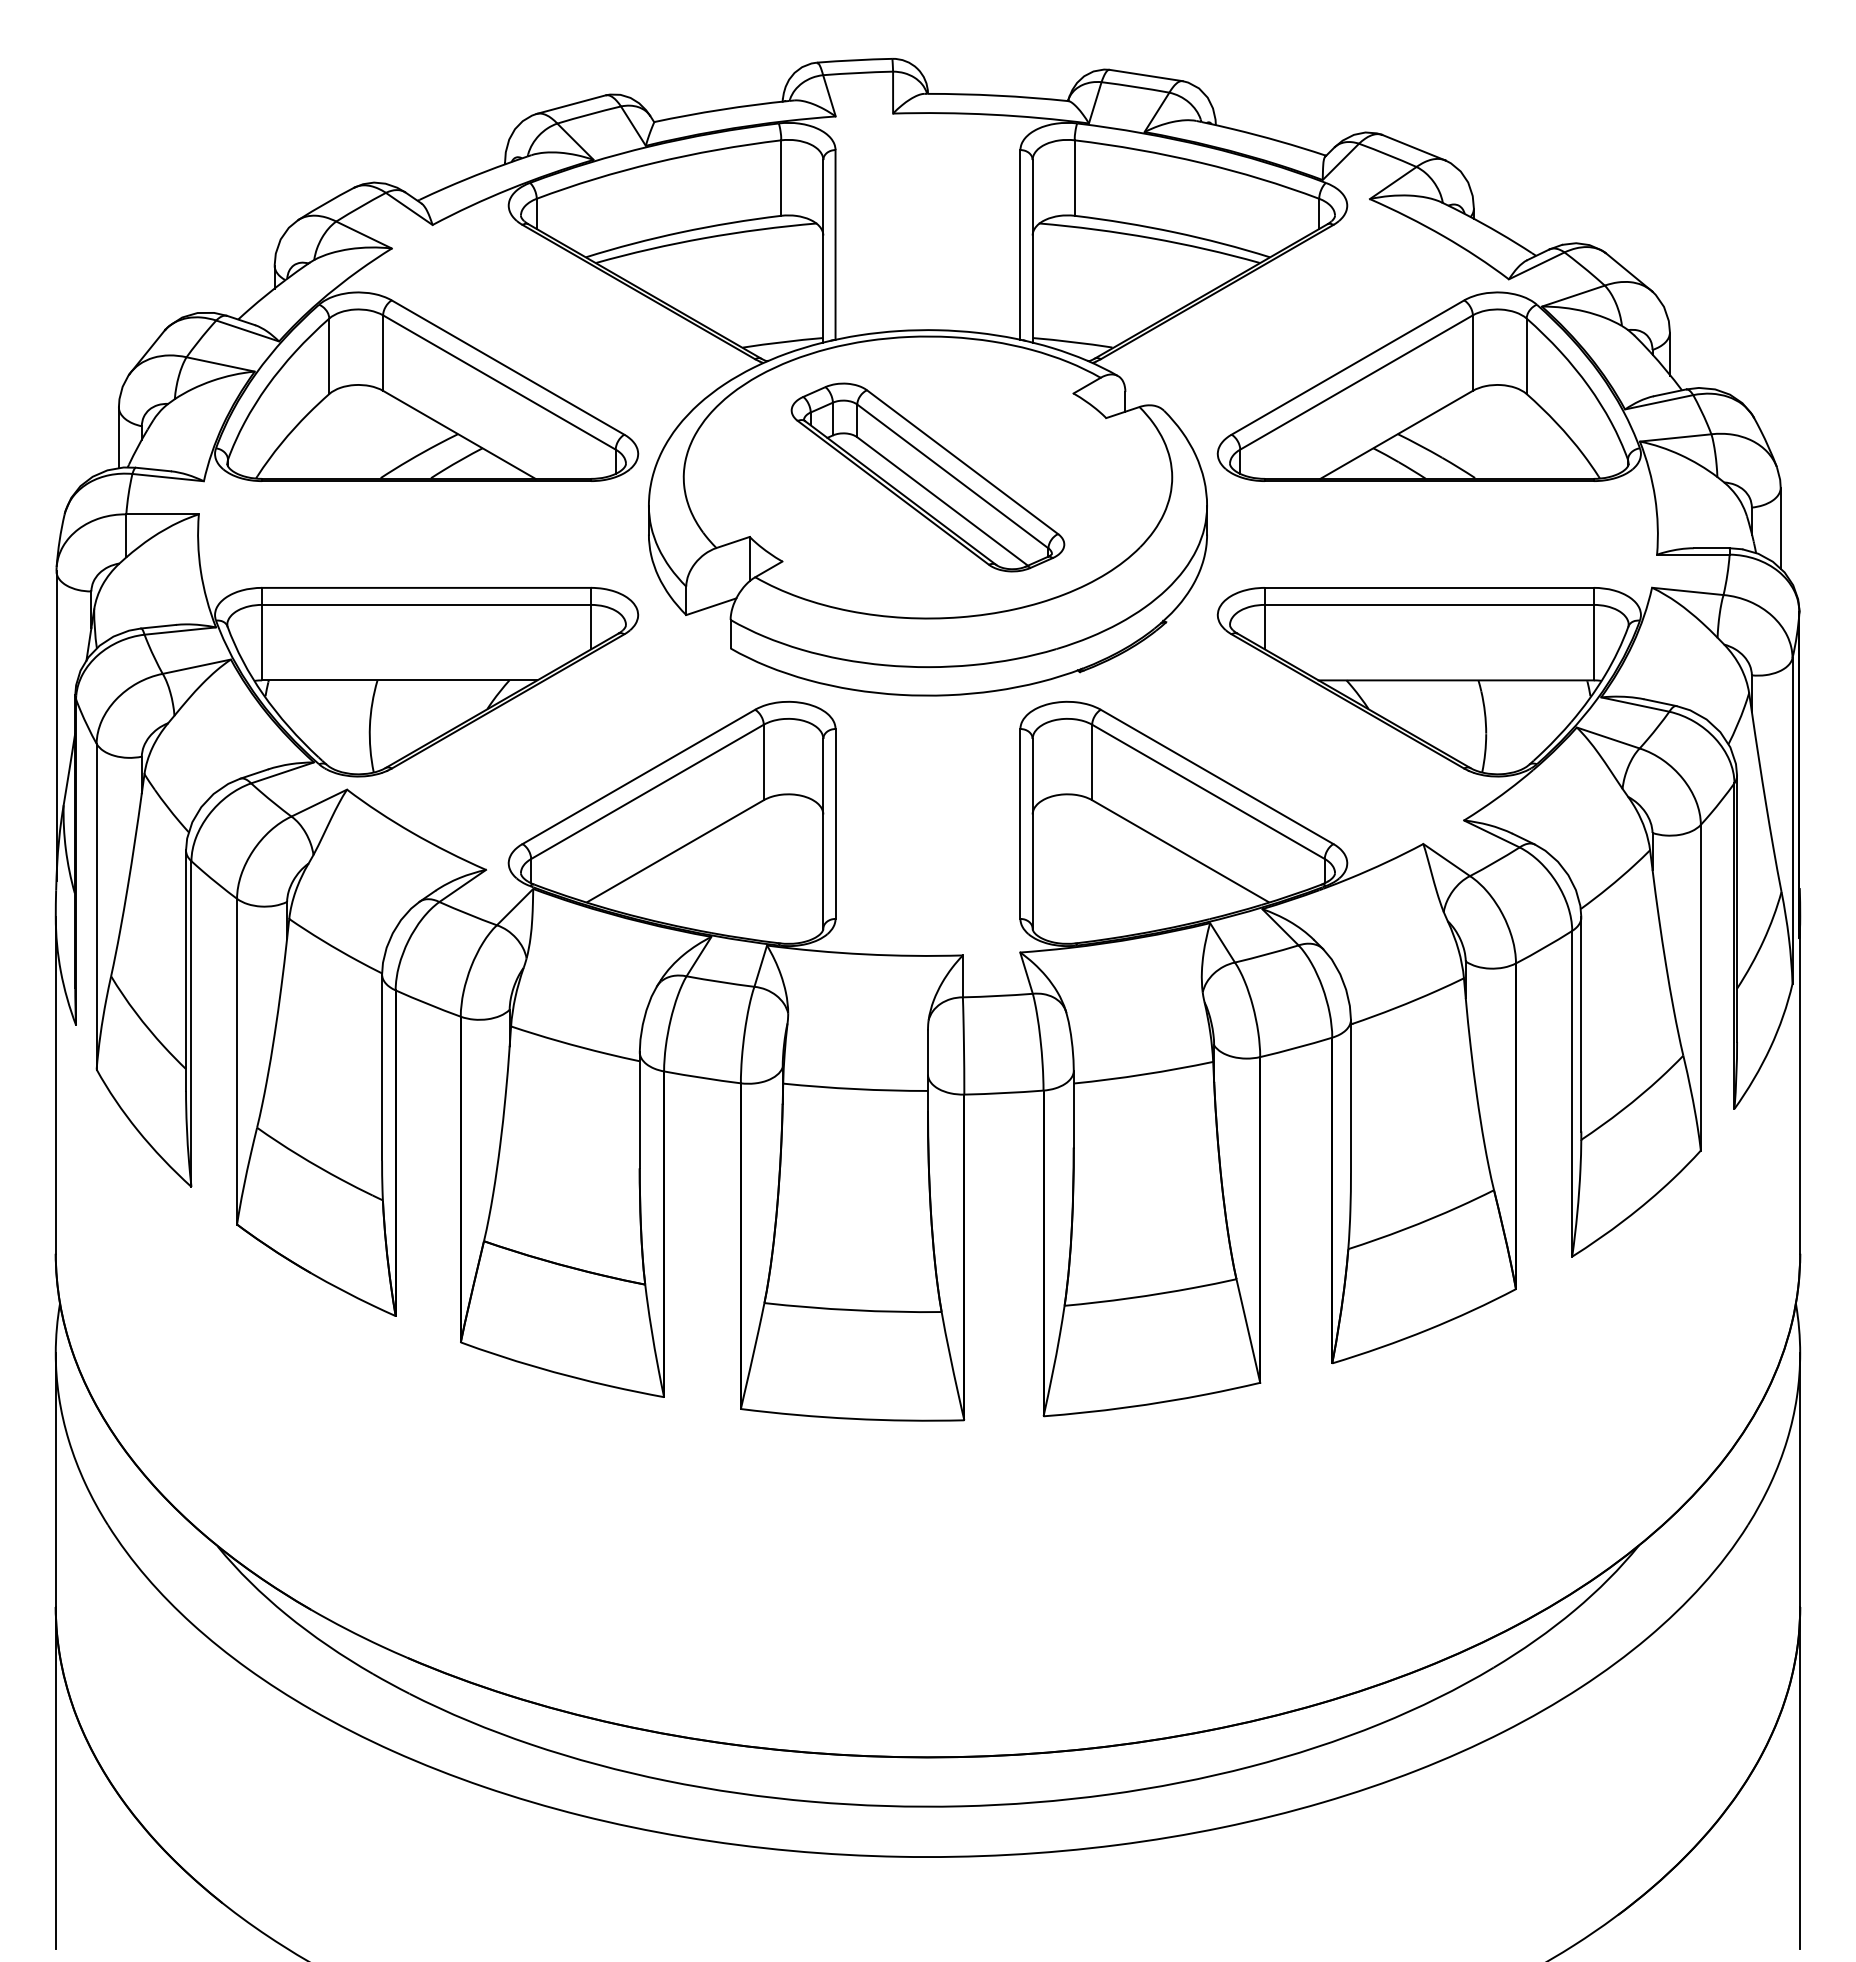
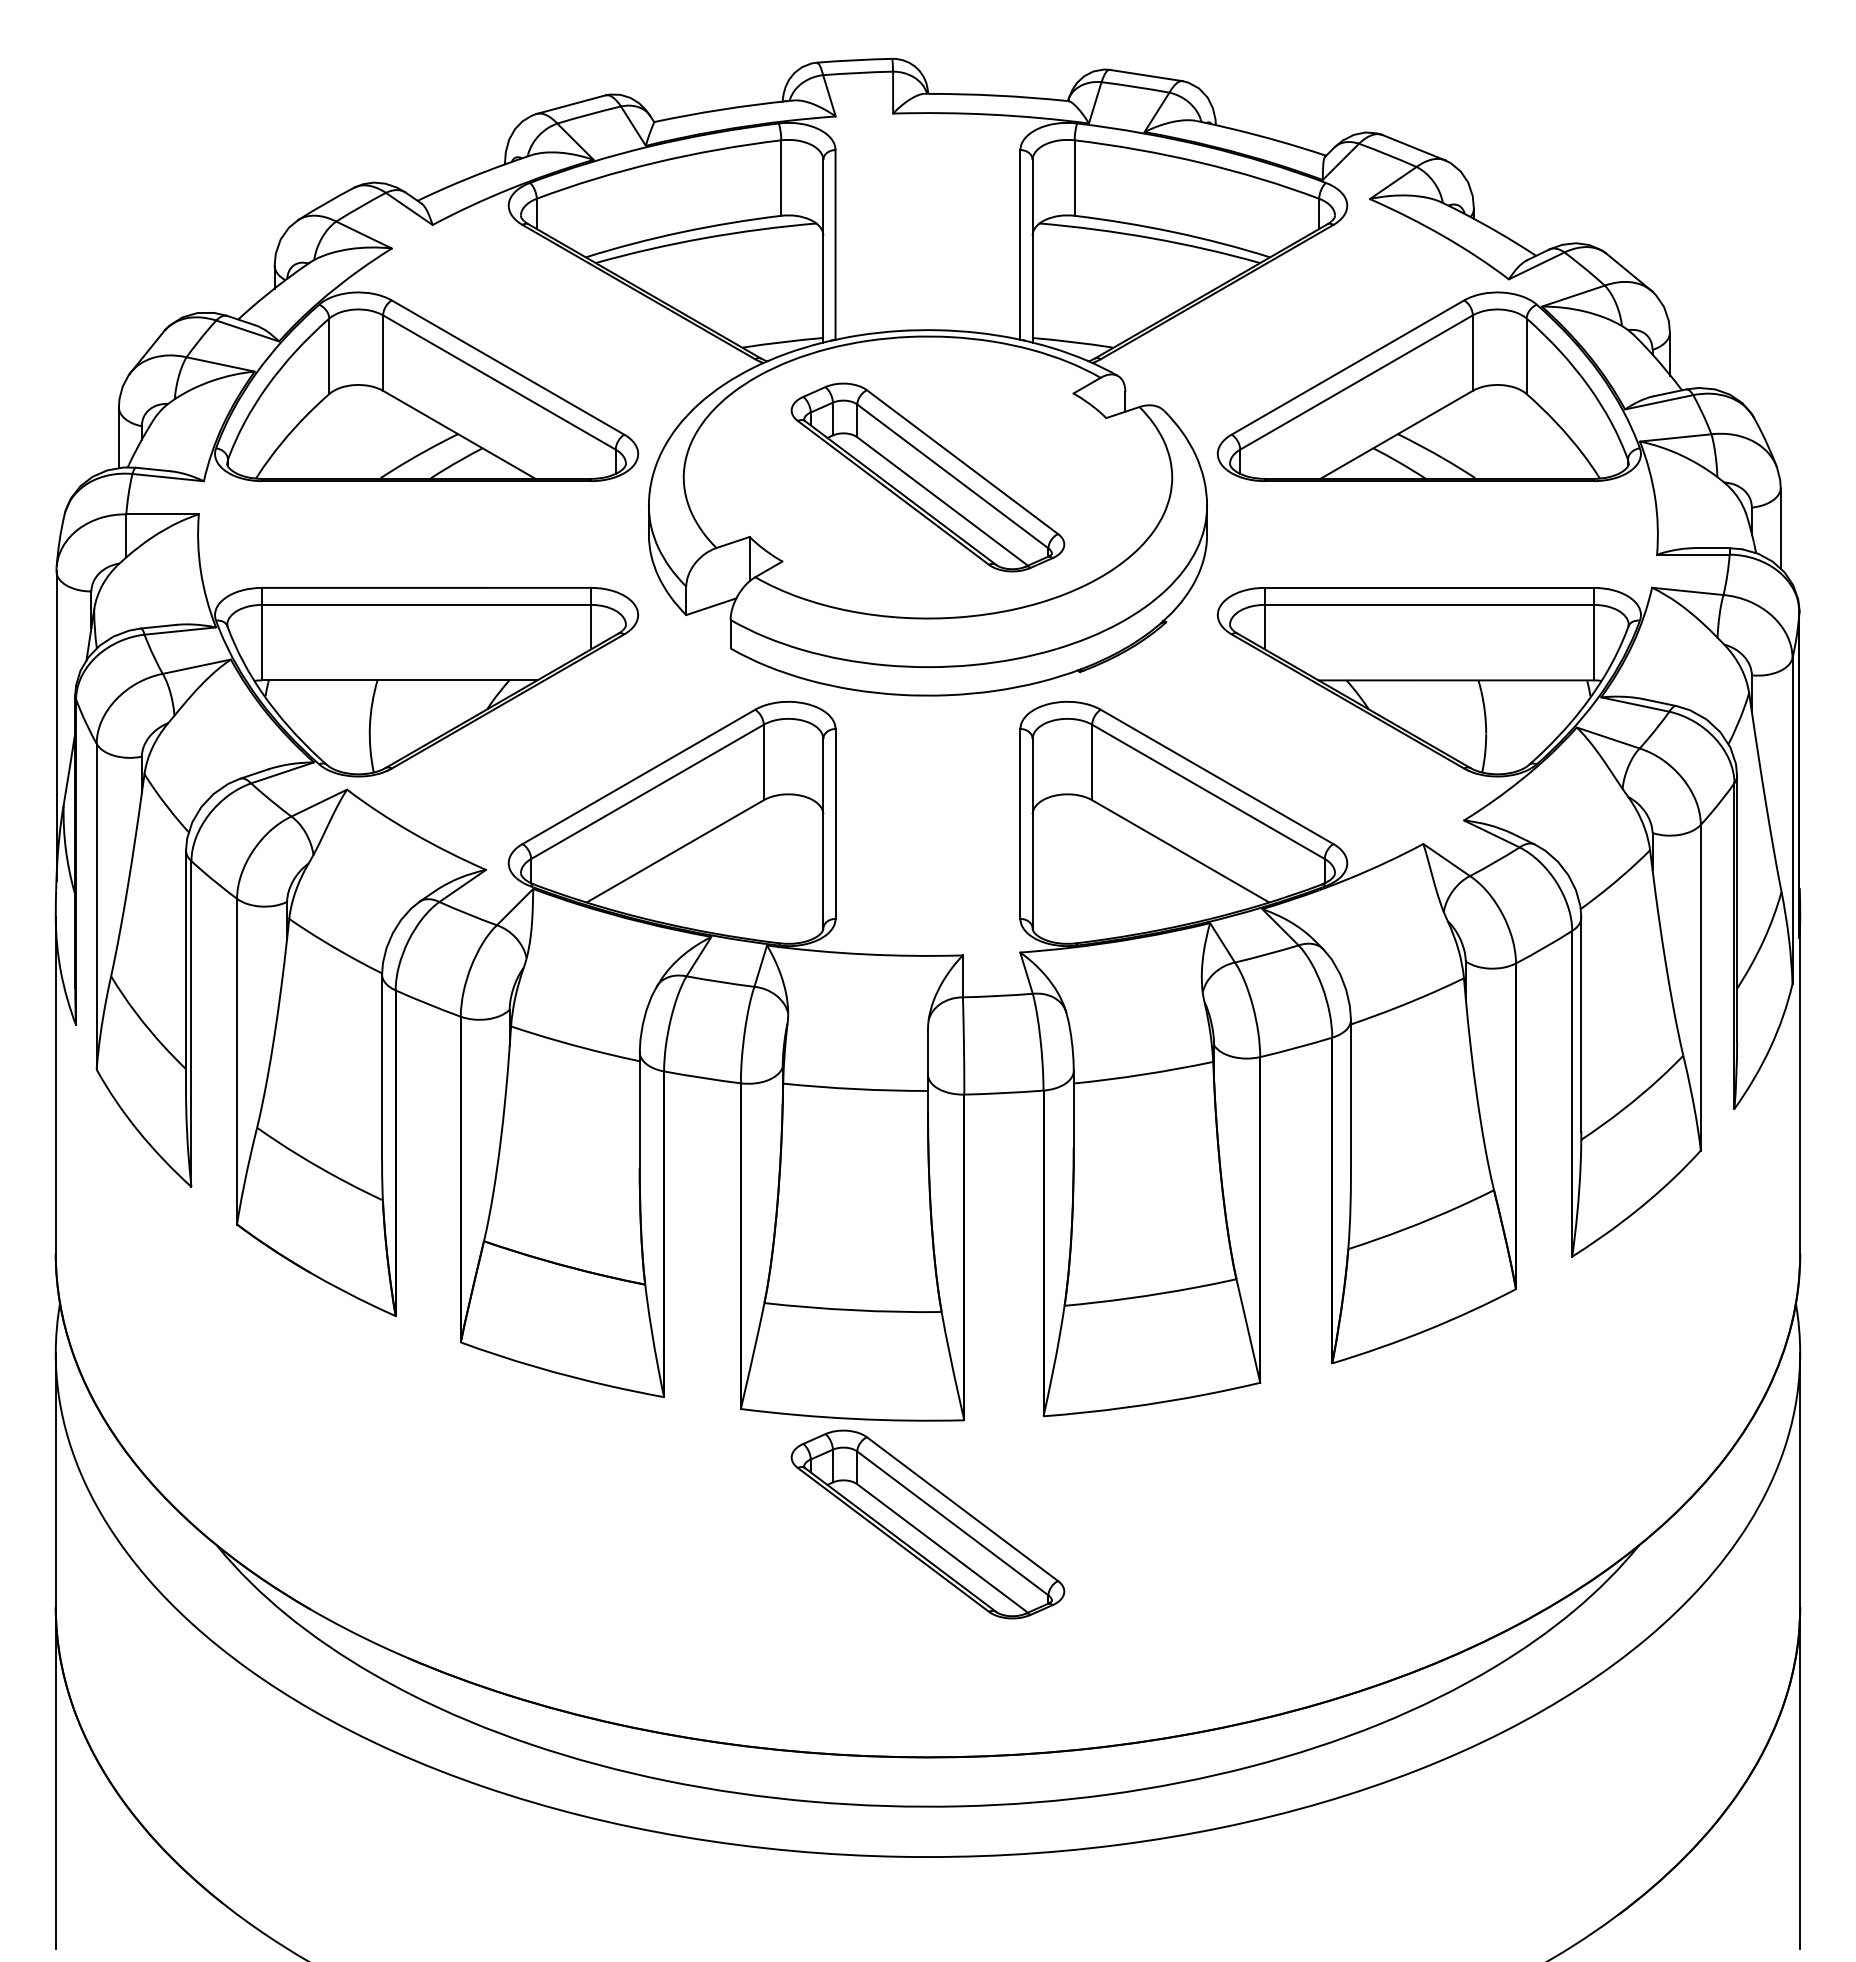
part at (927, 1524): none -> present
